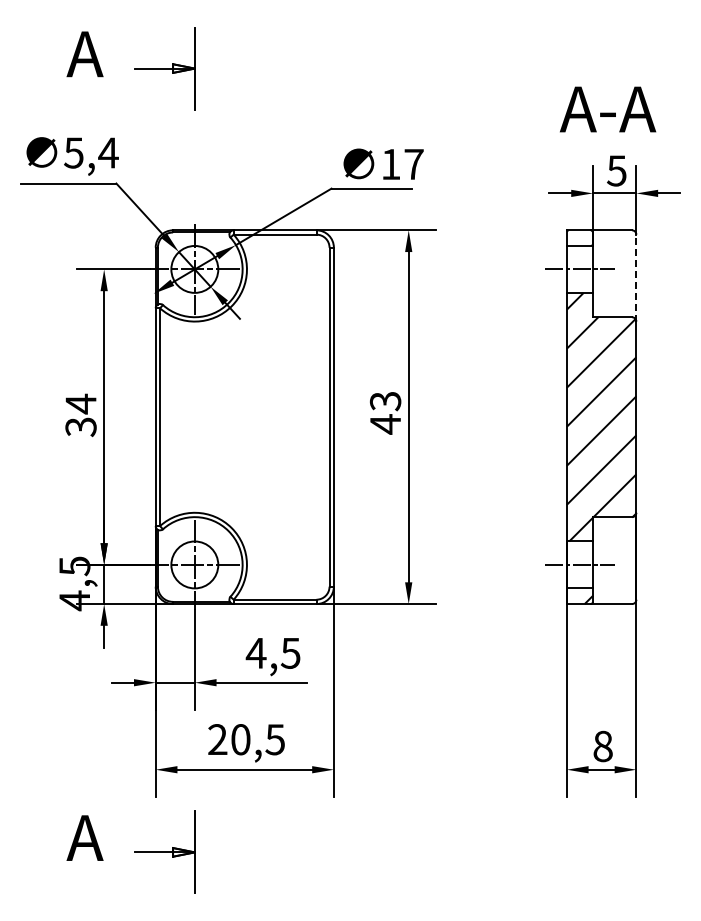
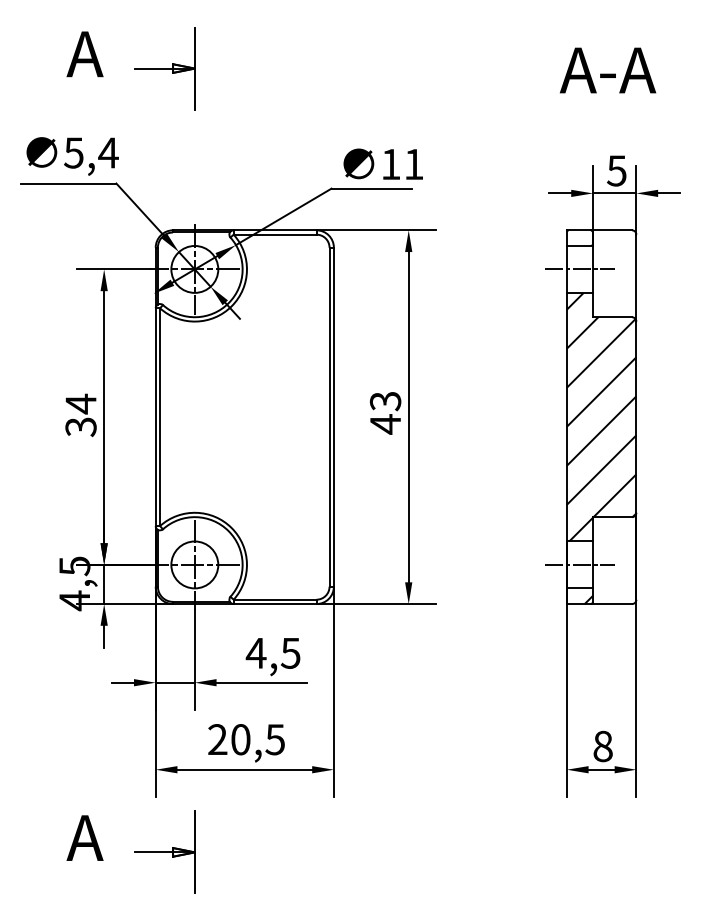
text at (608, 109) position: (608, 109) -> (608, 70)
text at (413, 164): 17 -> 11
line at (636, 277): dashed -> solid
